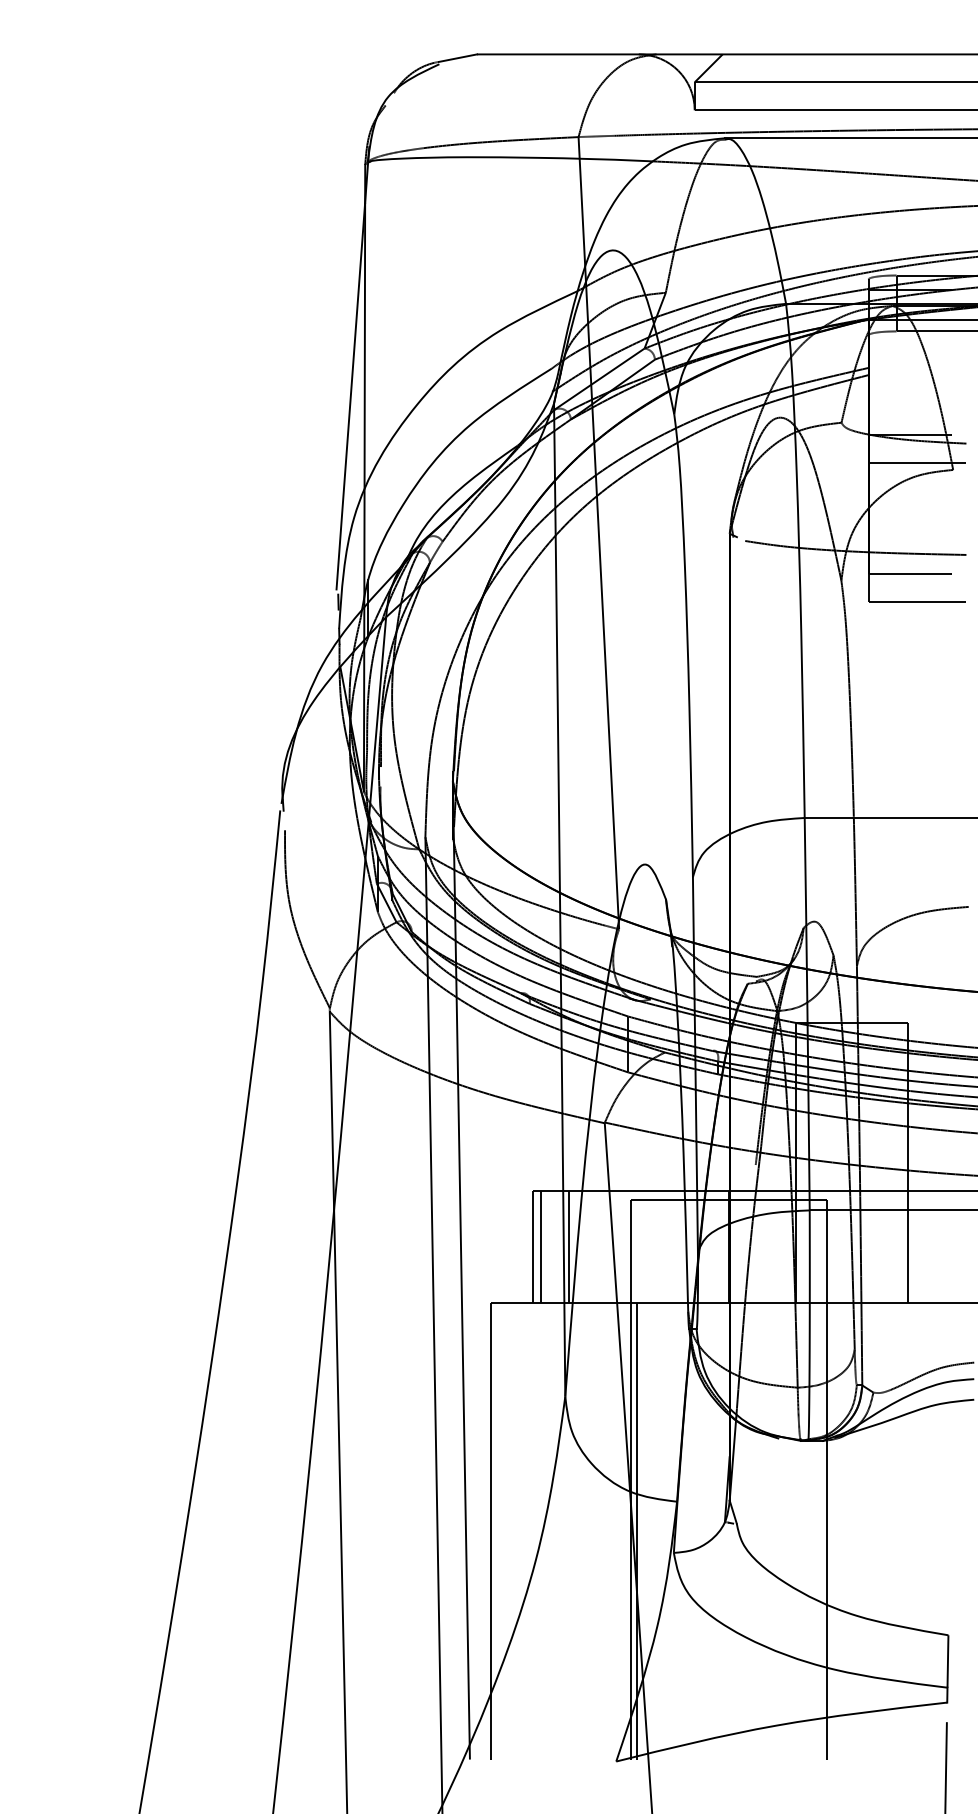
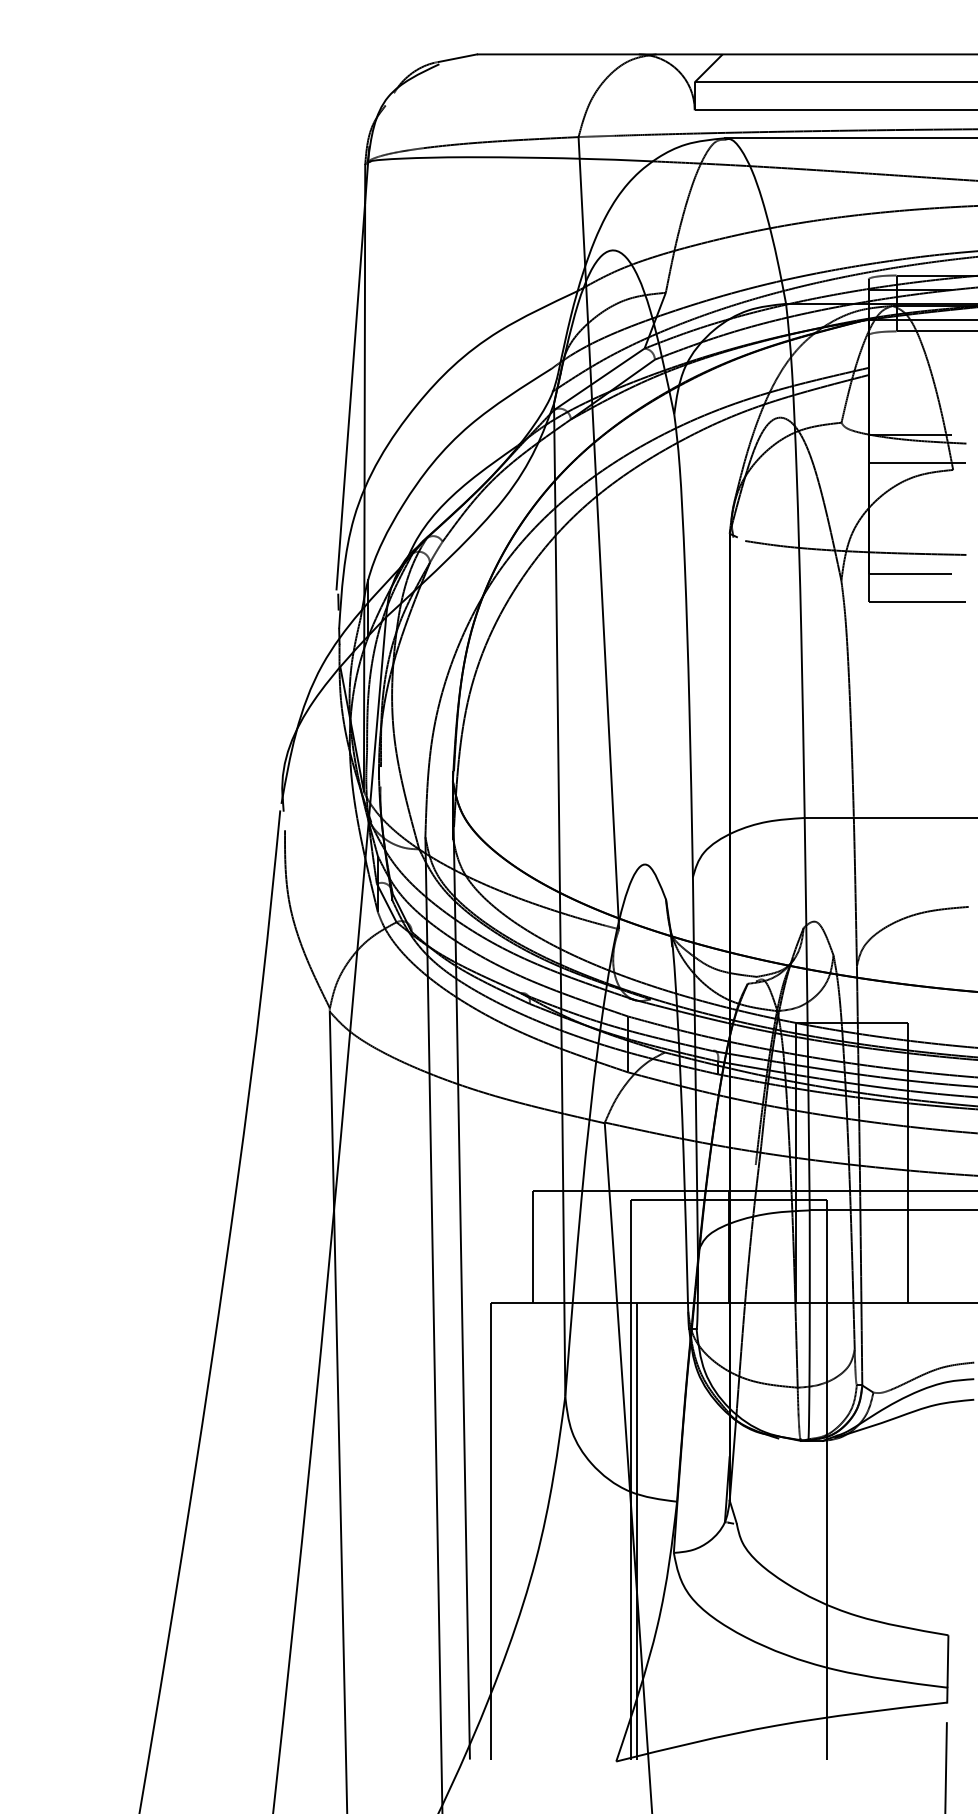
line at (541, 1246): present -> none
line at (568, 1246): present -> none
